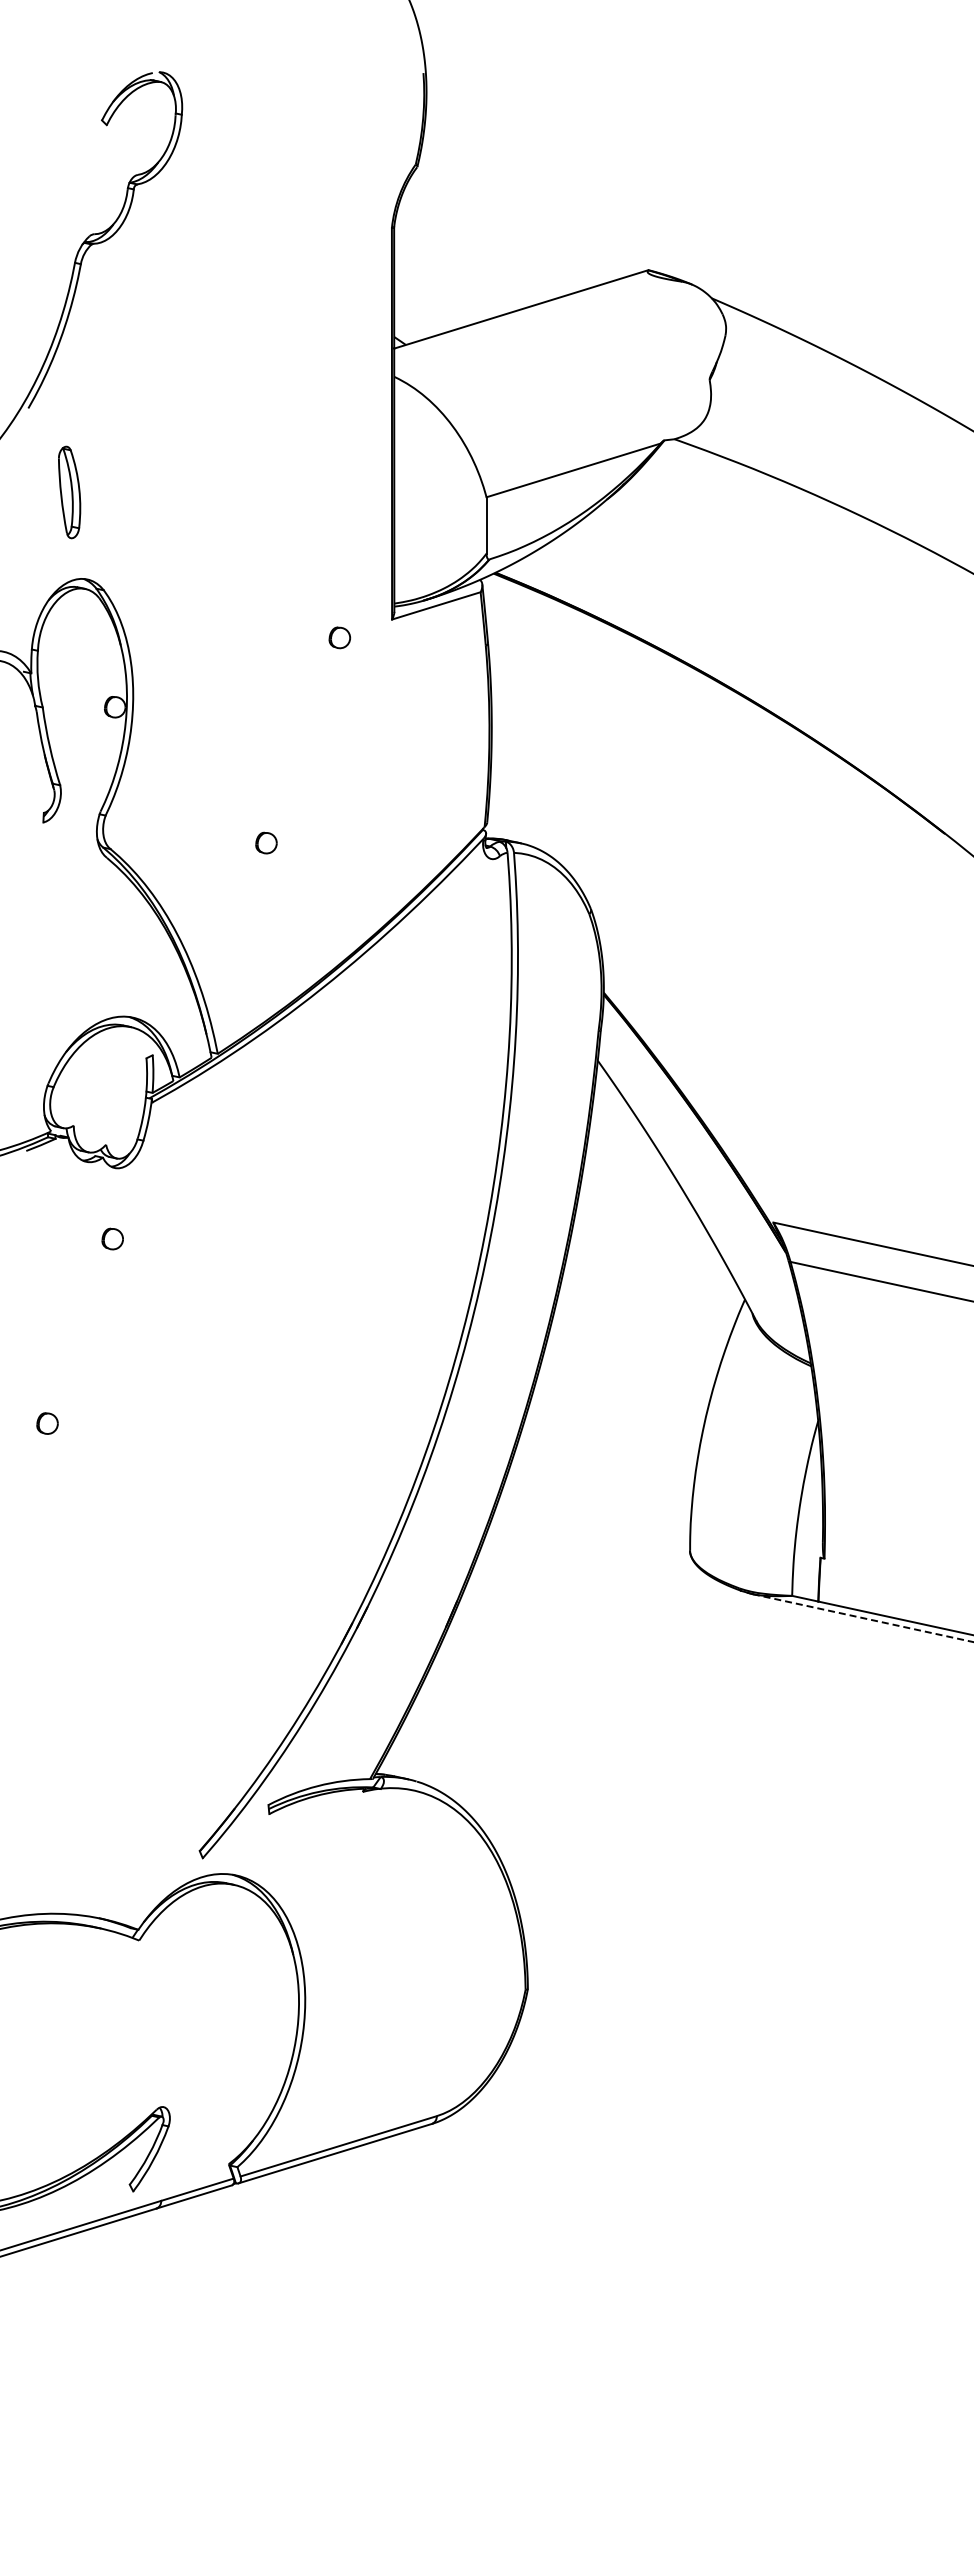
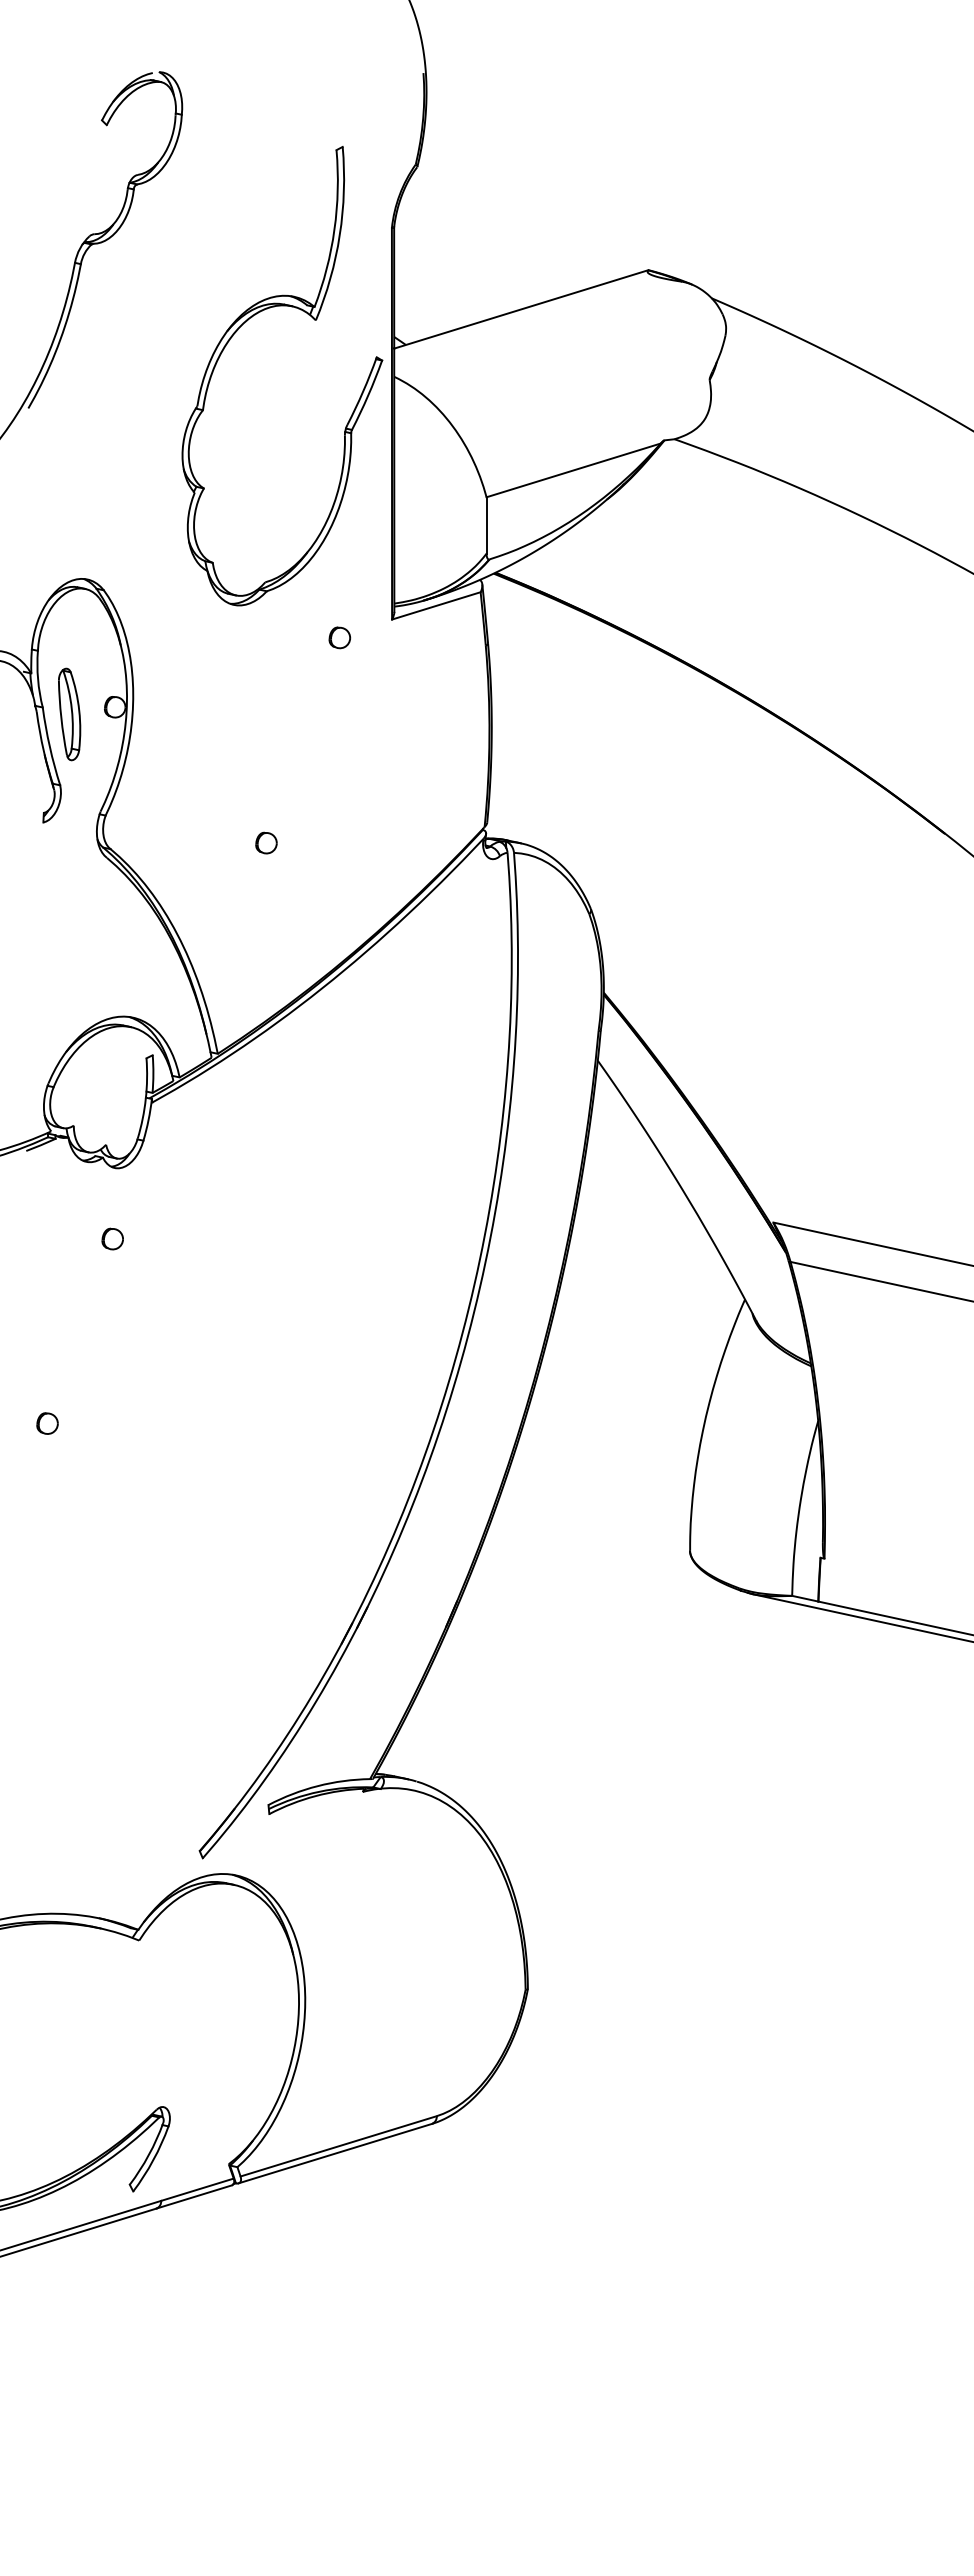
part at (232, 337): none -> present
part at (69, 492) position: (69, 492) -> (69, 714)
line at (863, 1618): dashed -> solid
